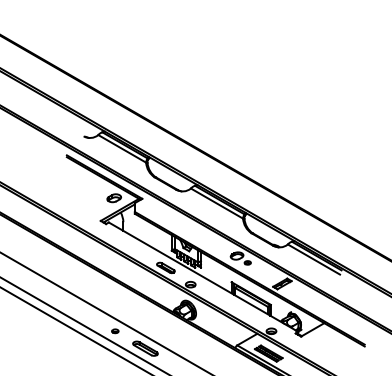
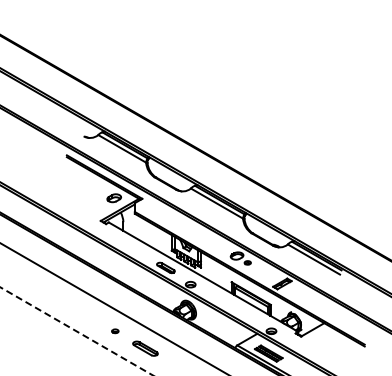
line at (105, 312) position: (105, 312) -> (113, 308)
line at (83, 325): present -> none
line at (76, 331): solid -> dashed
